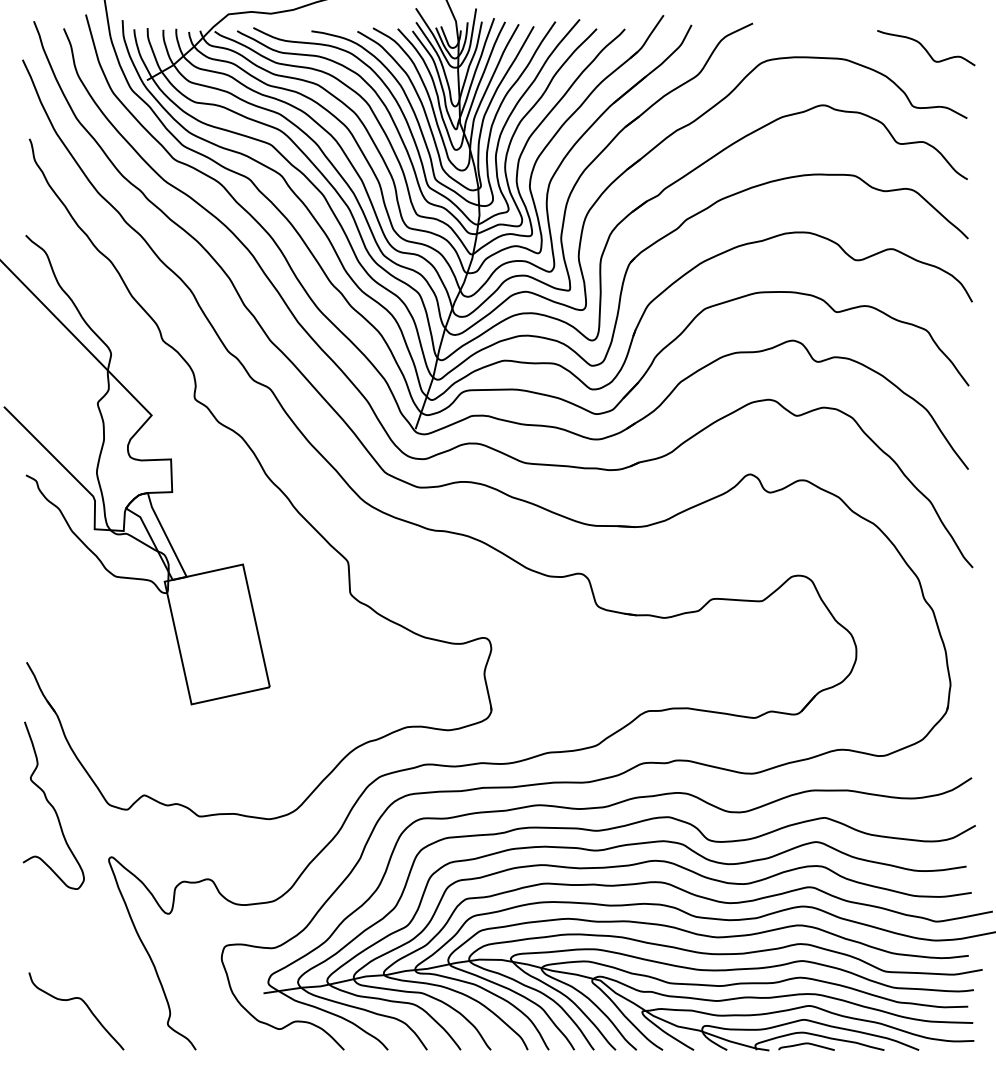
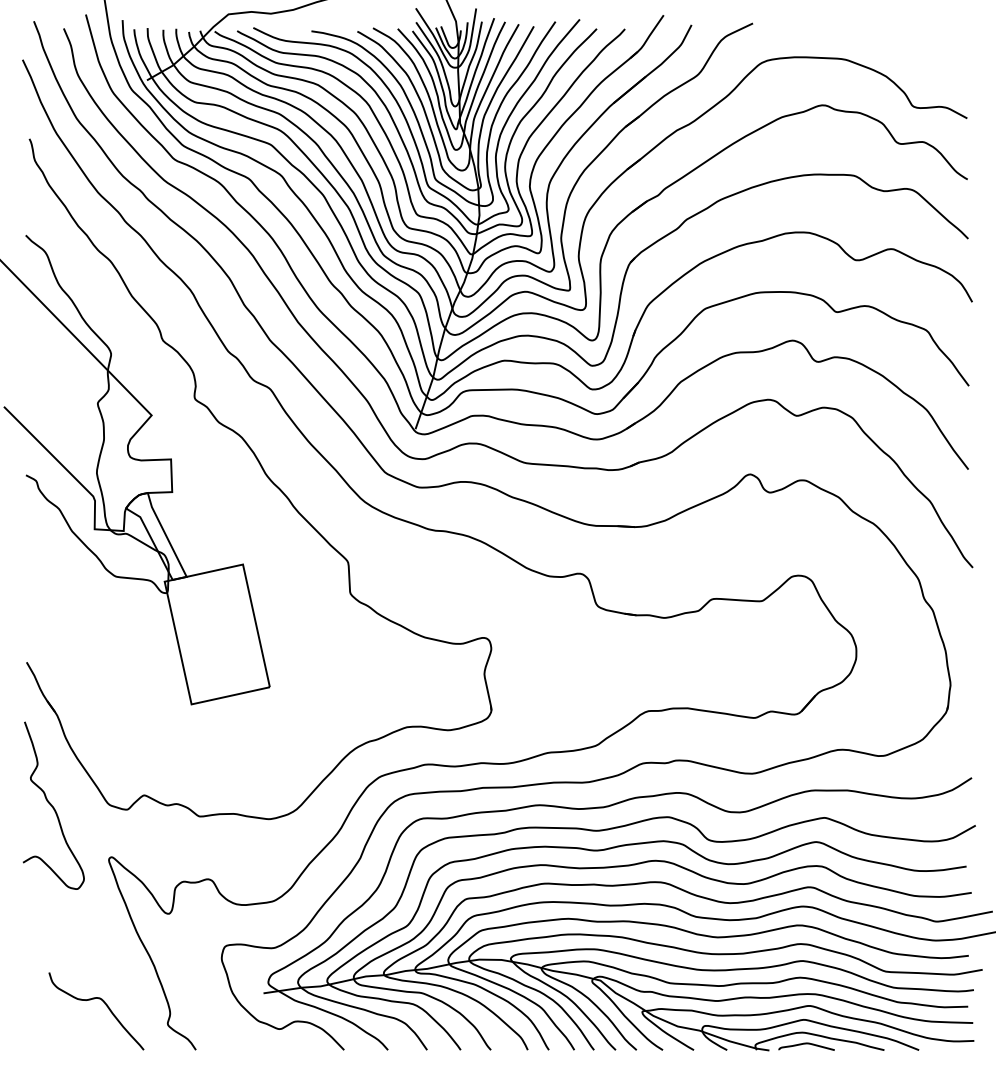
curve at (925, 48): present -> none
curve at (85, 1005) position: (85, 1005) -> (105, 1005)
